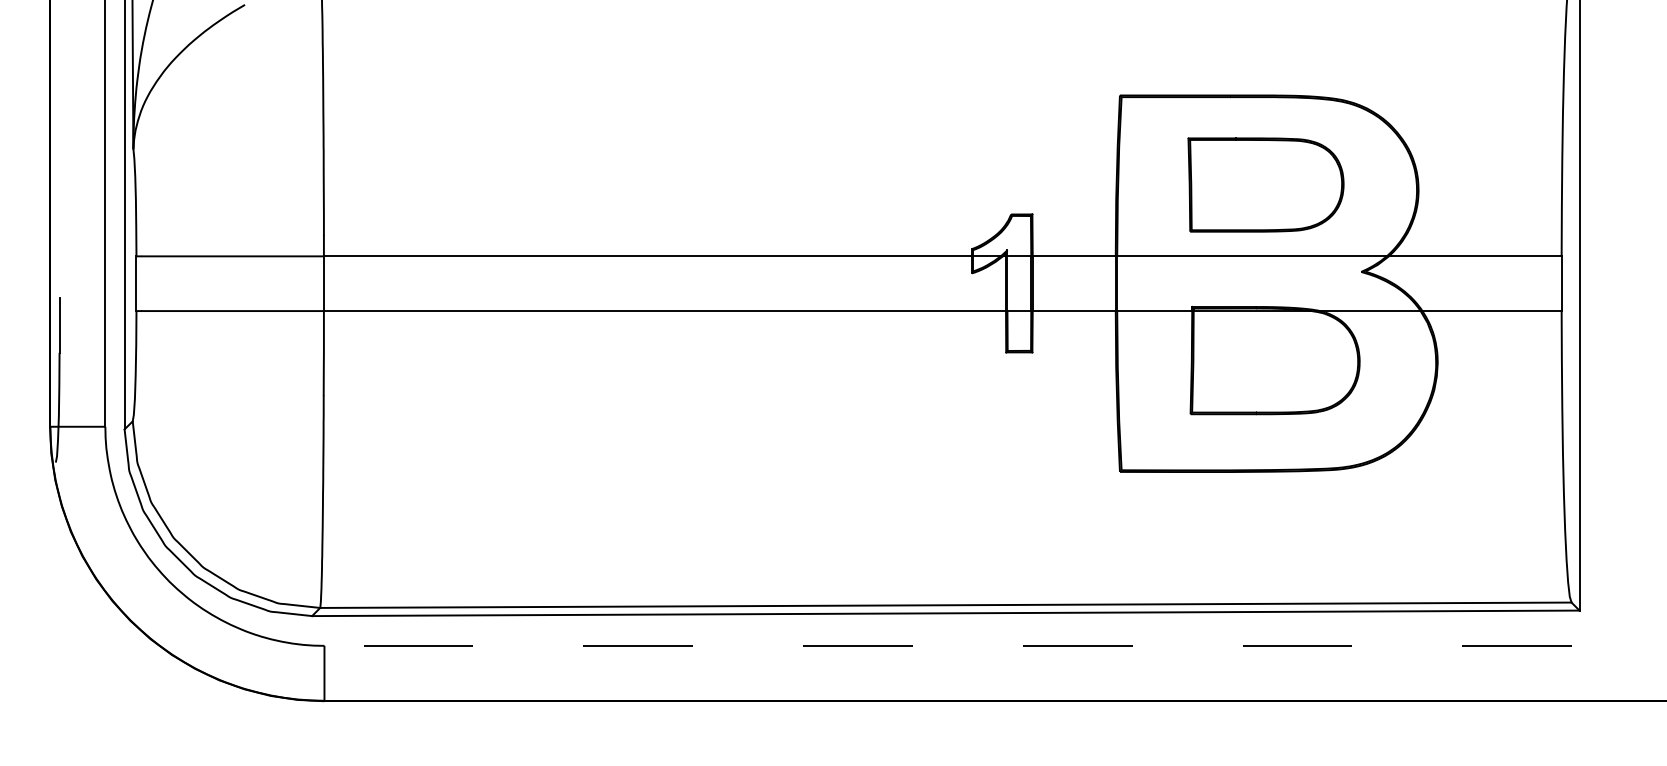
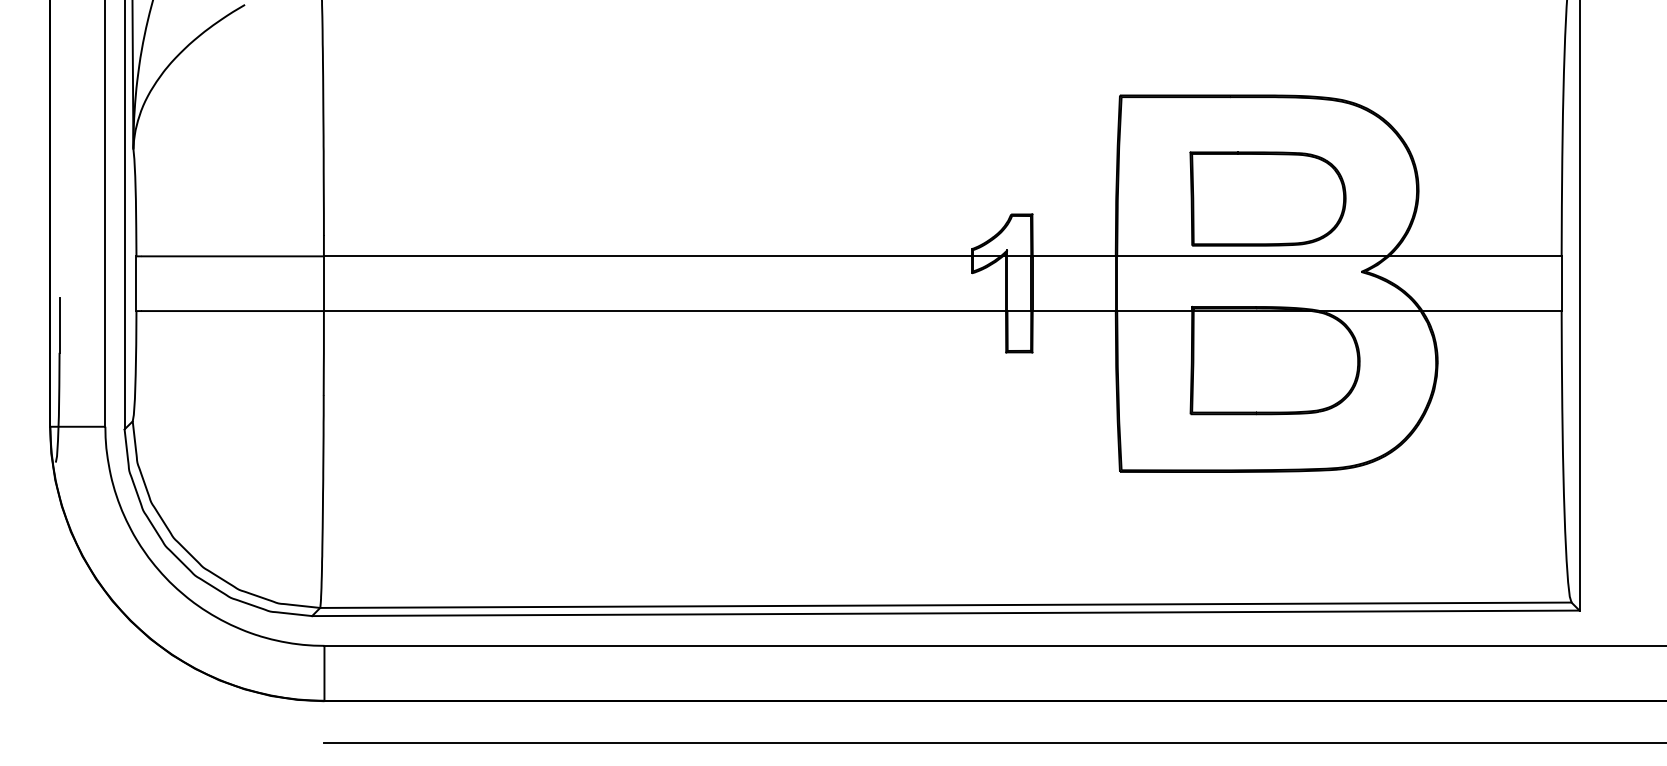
part at (1265, 184) position: (1265, 184) -> (1267, 198)
line at (995, 645): dashed -> solid
line at (993, 742): none -> present
